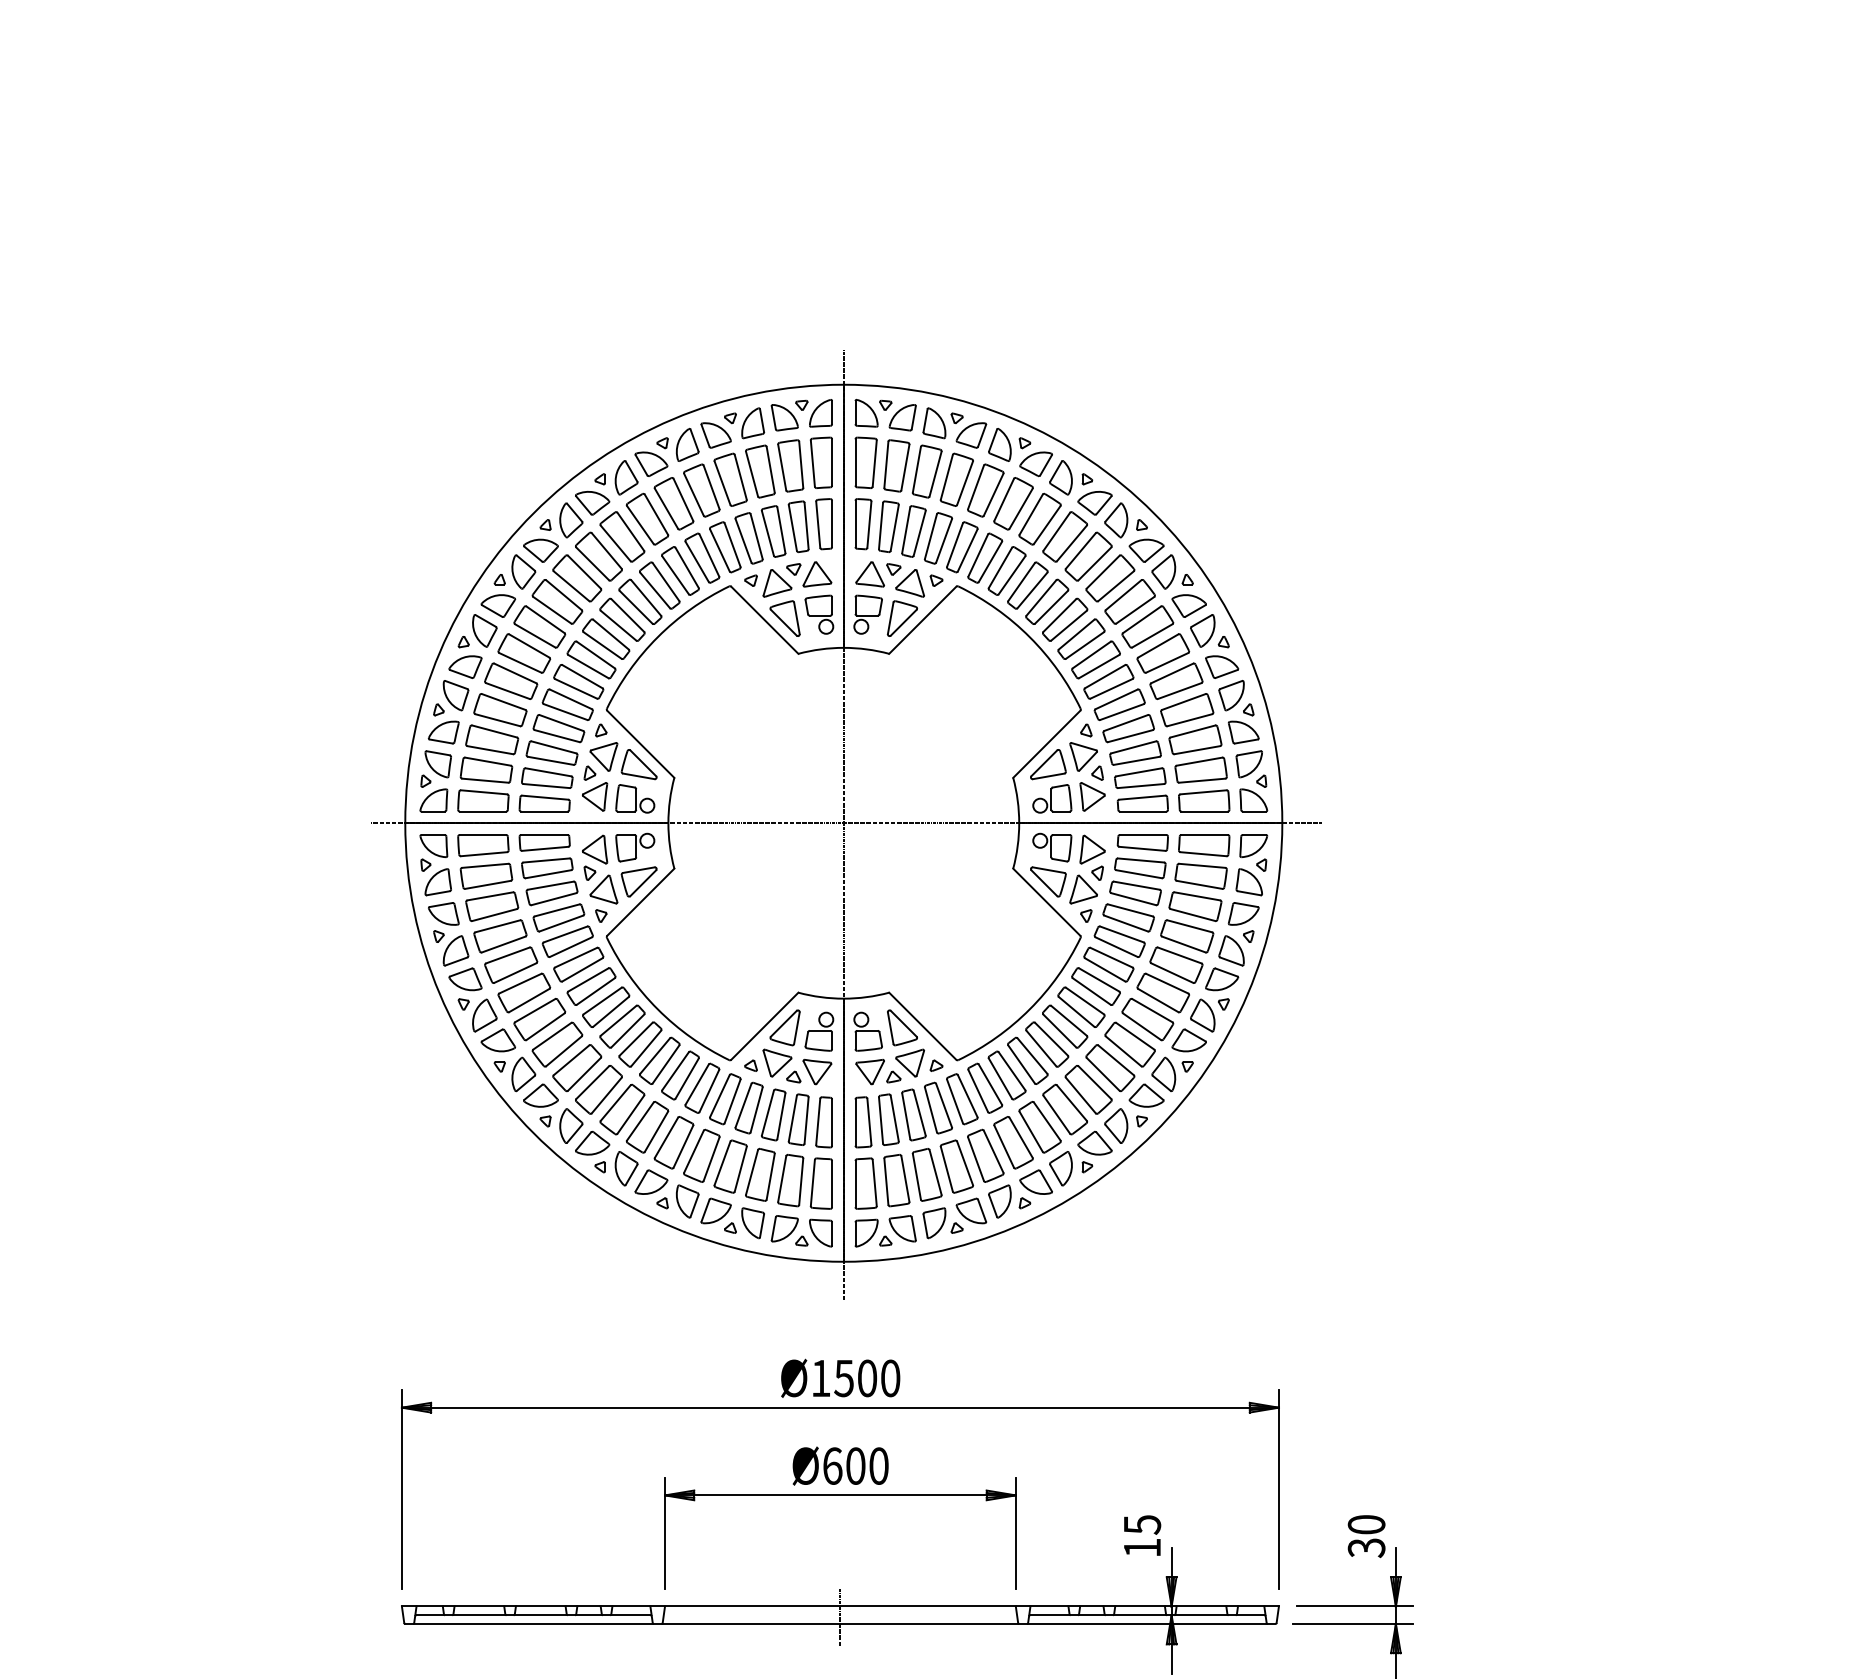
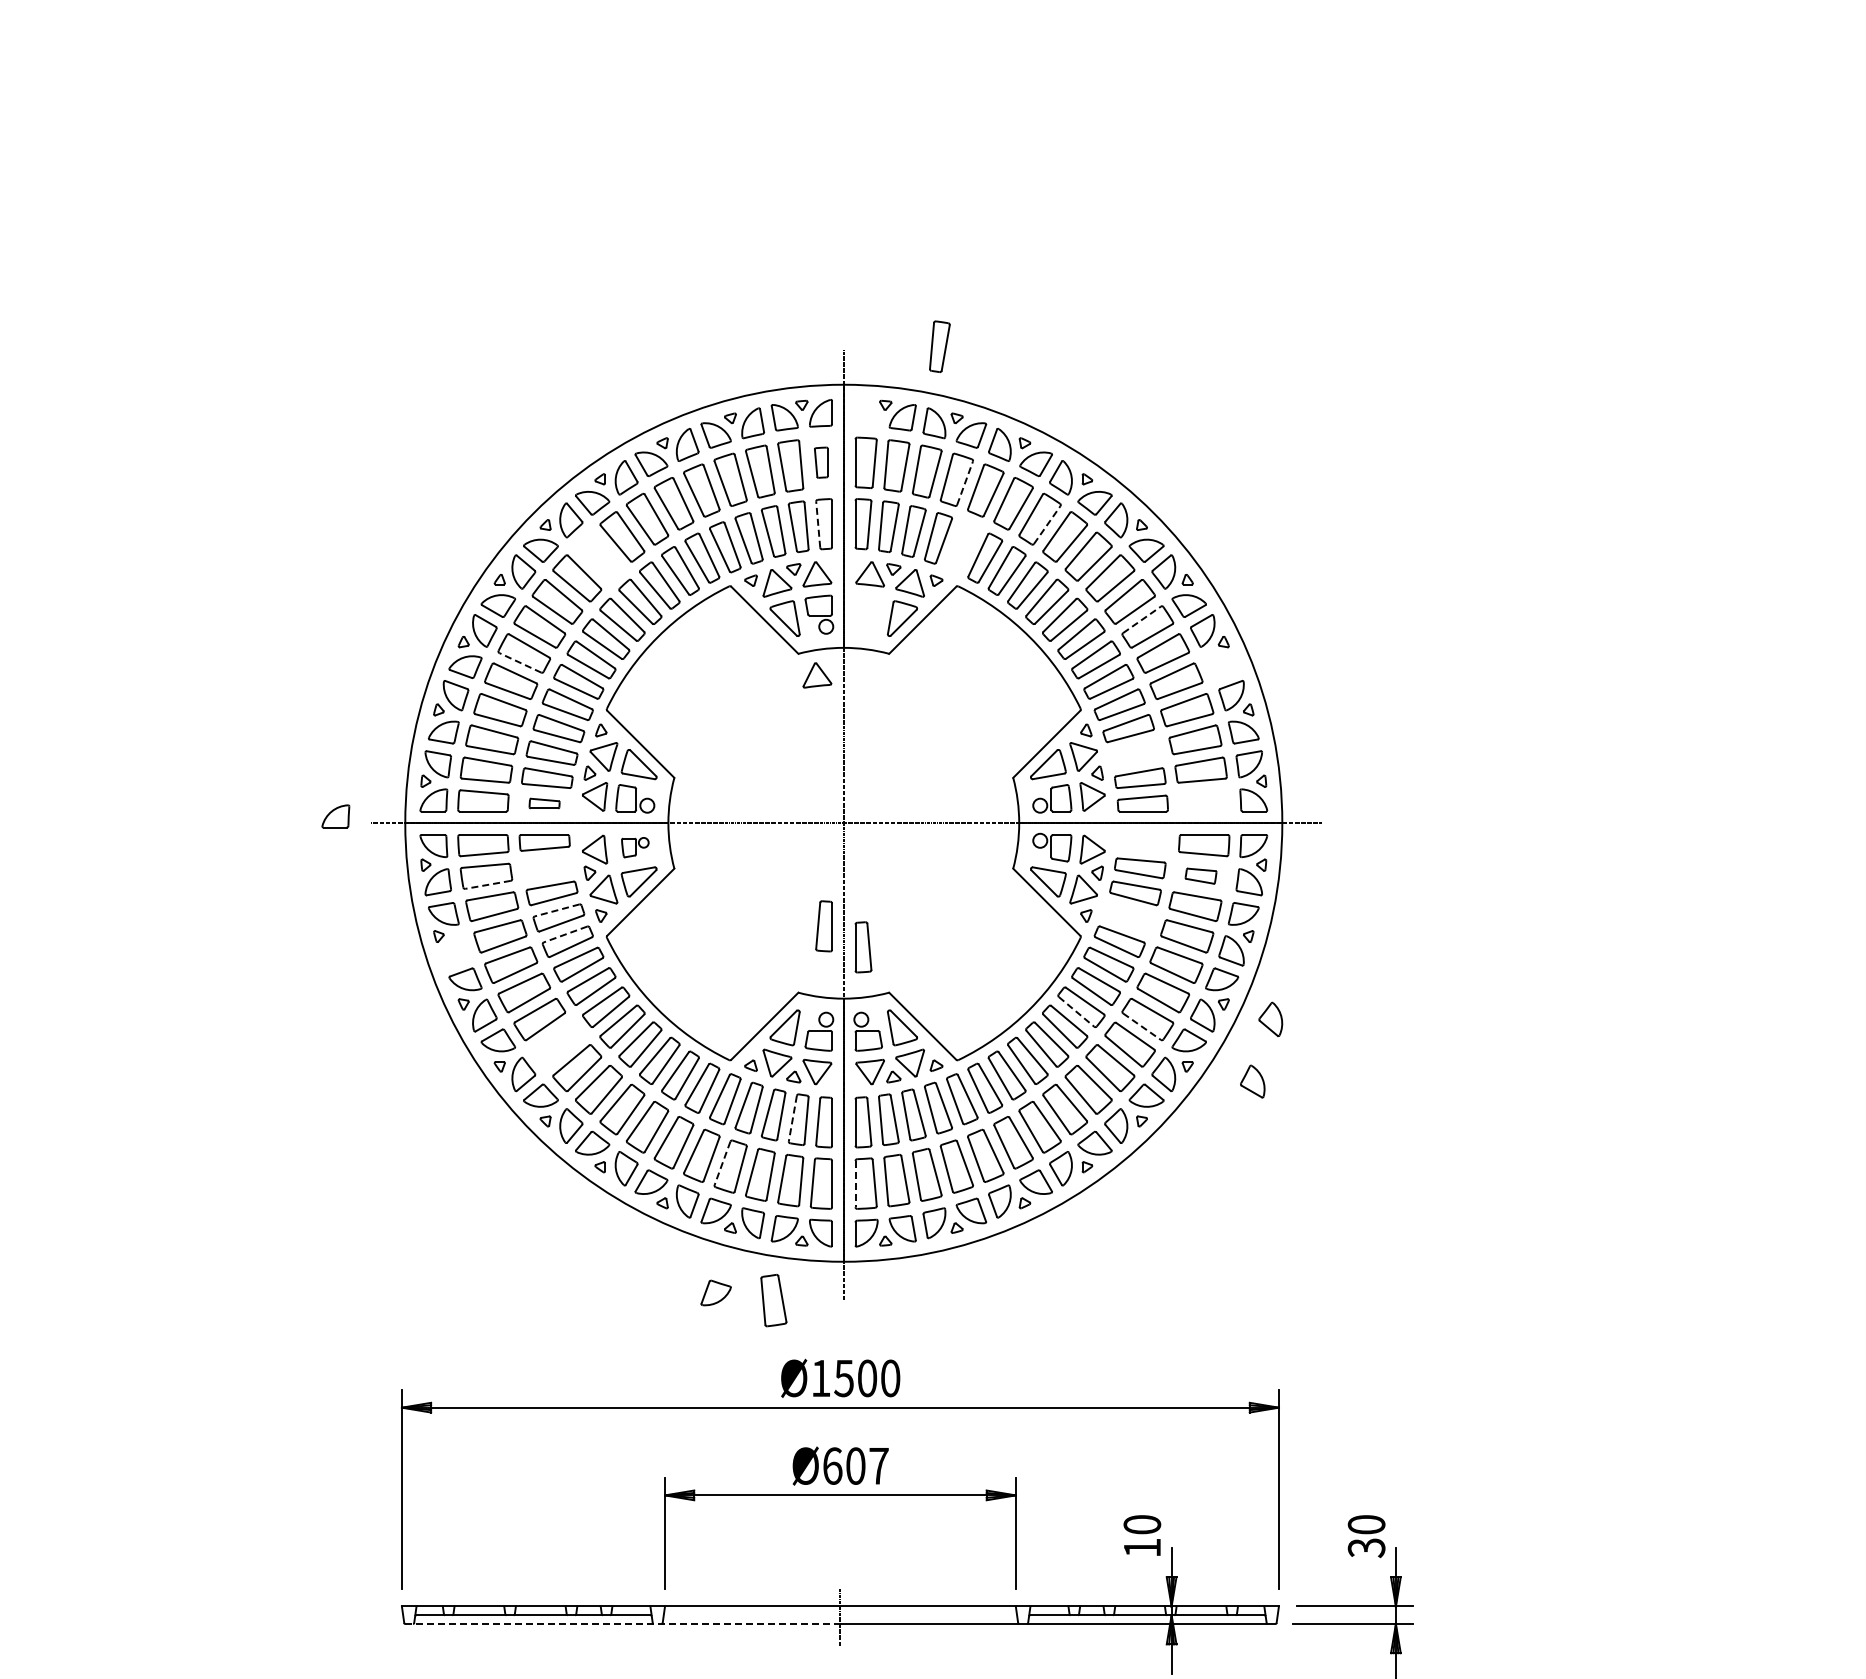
part at (939, 346): none -> present
part at (866, 412): present -> none
part at (820, 462) size: 24x53 px -> 15x33 px
line at (965, 482): solid -> dashed
line at (818, 524): solid -> dashed
line at (1047, 524): solid -> dashed
part at (962, 547): present -> none
part at (598, 556): present -> none
part at (867, 614): present -> none
line at (1142, 619): solid -> dashed
line at (519, 662): solid -> dashed
part at (1222, 666): present -> none
part at (817, 675): none -> present
part at (1135, 752): present -> none
part at (1204, 800): present -> none
part at (544, 803) size: 53x19 px -> 33x13 px
part at (335, 816): none -> present
part at (1142, 842): present -> none
part at (635, 847) size: 41x31 px -> 29x22 px
part at (547, 868): present -> none
part at (1200, 875) size: 54x28 px -> 34x18 px
line at (487, 884): solid -> dashed
line at (556, 910): solid -> dashed
part at (1128, 917): present -> none
part at (823, 926): none -> present
line at (565, 934): solid -> dashed
part at (863, 947): none -> present
part at (455, 950): present -> none
line at (1076, 1012): solid -> dashed
part at (1270, 1018): none -> present
line at (1142, 1026): solid -> dashed
part at (557, 1044): present -> none
part at (1252, 1081): none -> present
line at (792, 1119): solid -> dashed
line at (722, 1163): solid -> dashed
line at (855, 1184): solid -> dashed
part at (715, 1292): none -> present
part at (773, 1300): none -> present
text at (878, 1465): Ø600 -> Ø607
text at (1142, 1524): 15 -> 10
line at (622, 1624): solid -> dashed
